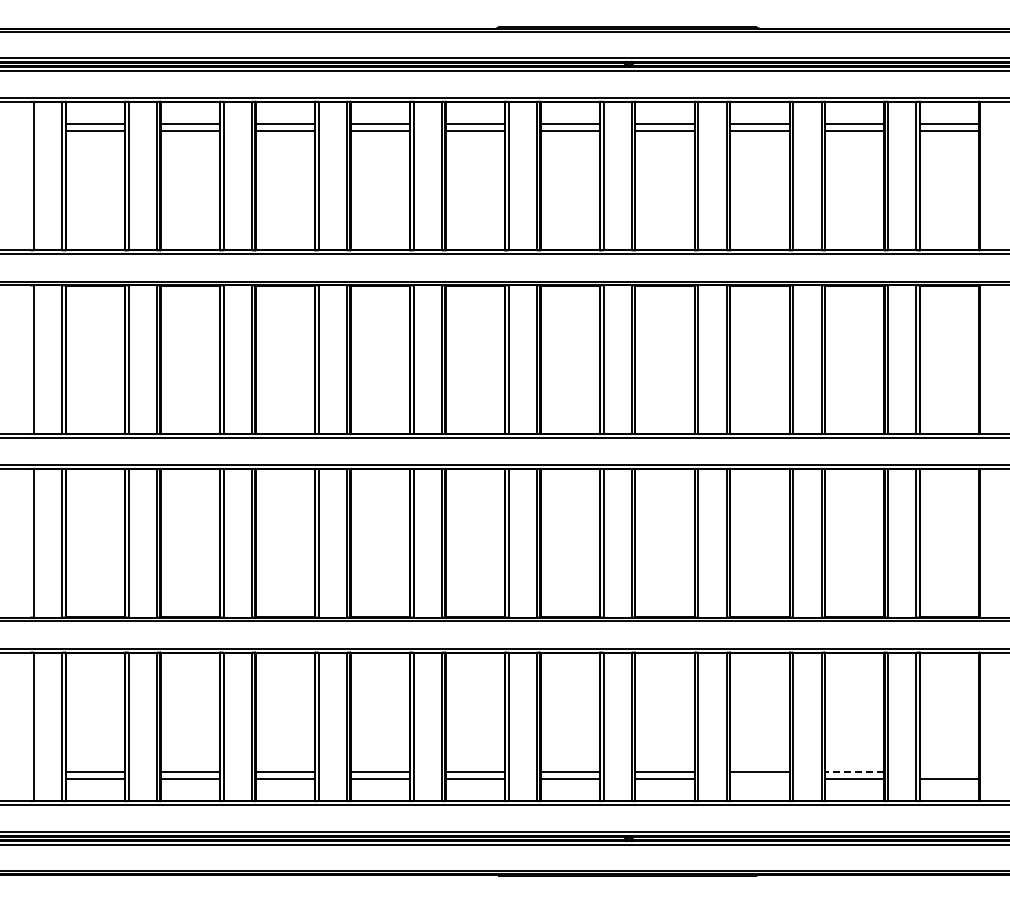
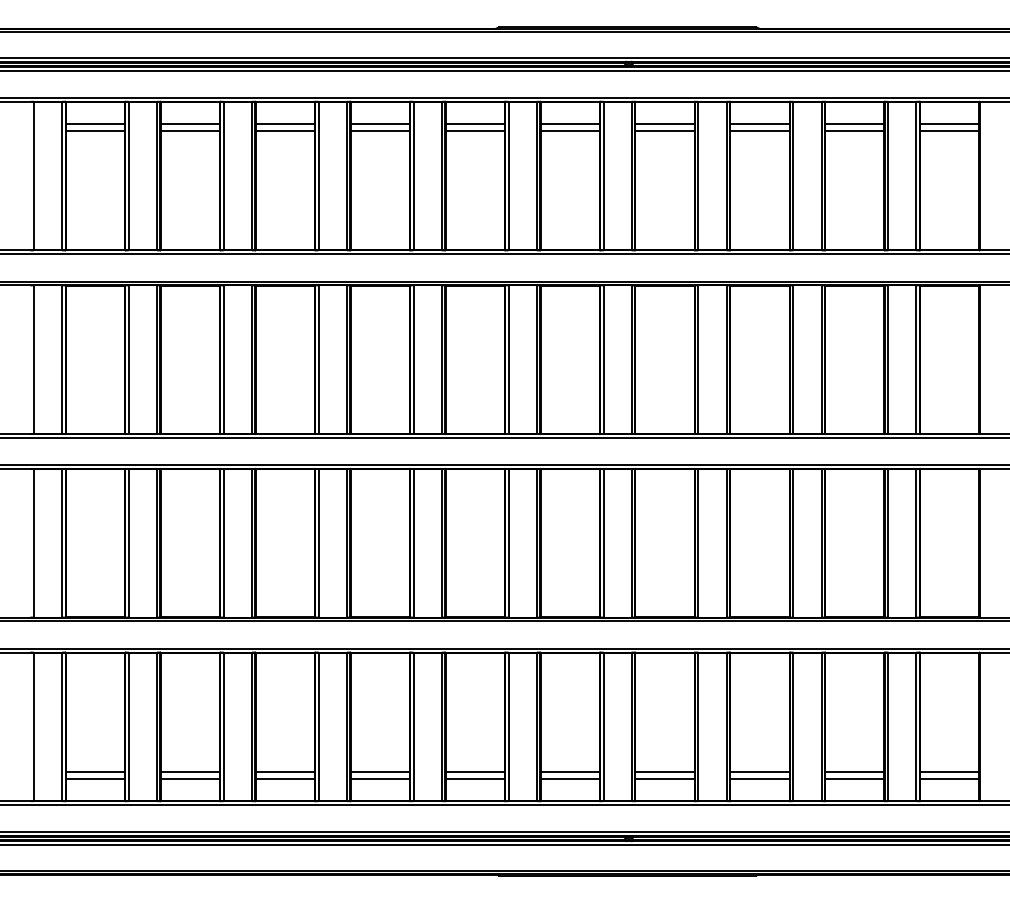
line at (854, 772): dashed -> solid
line at (949, 772): none -> present
line at (759, 779): none -> present
